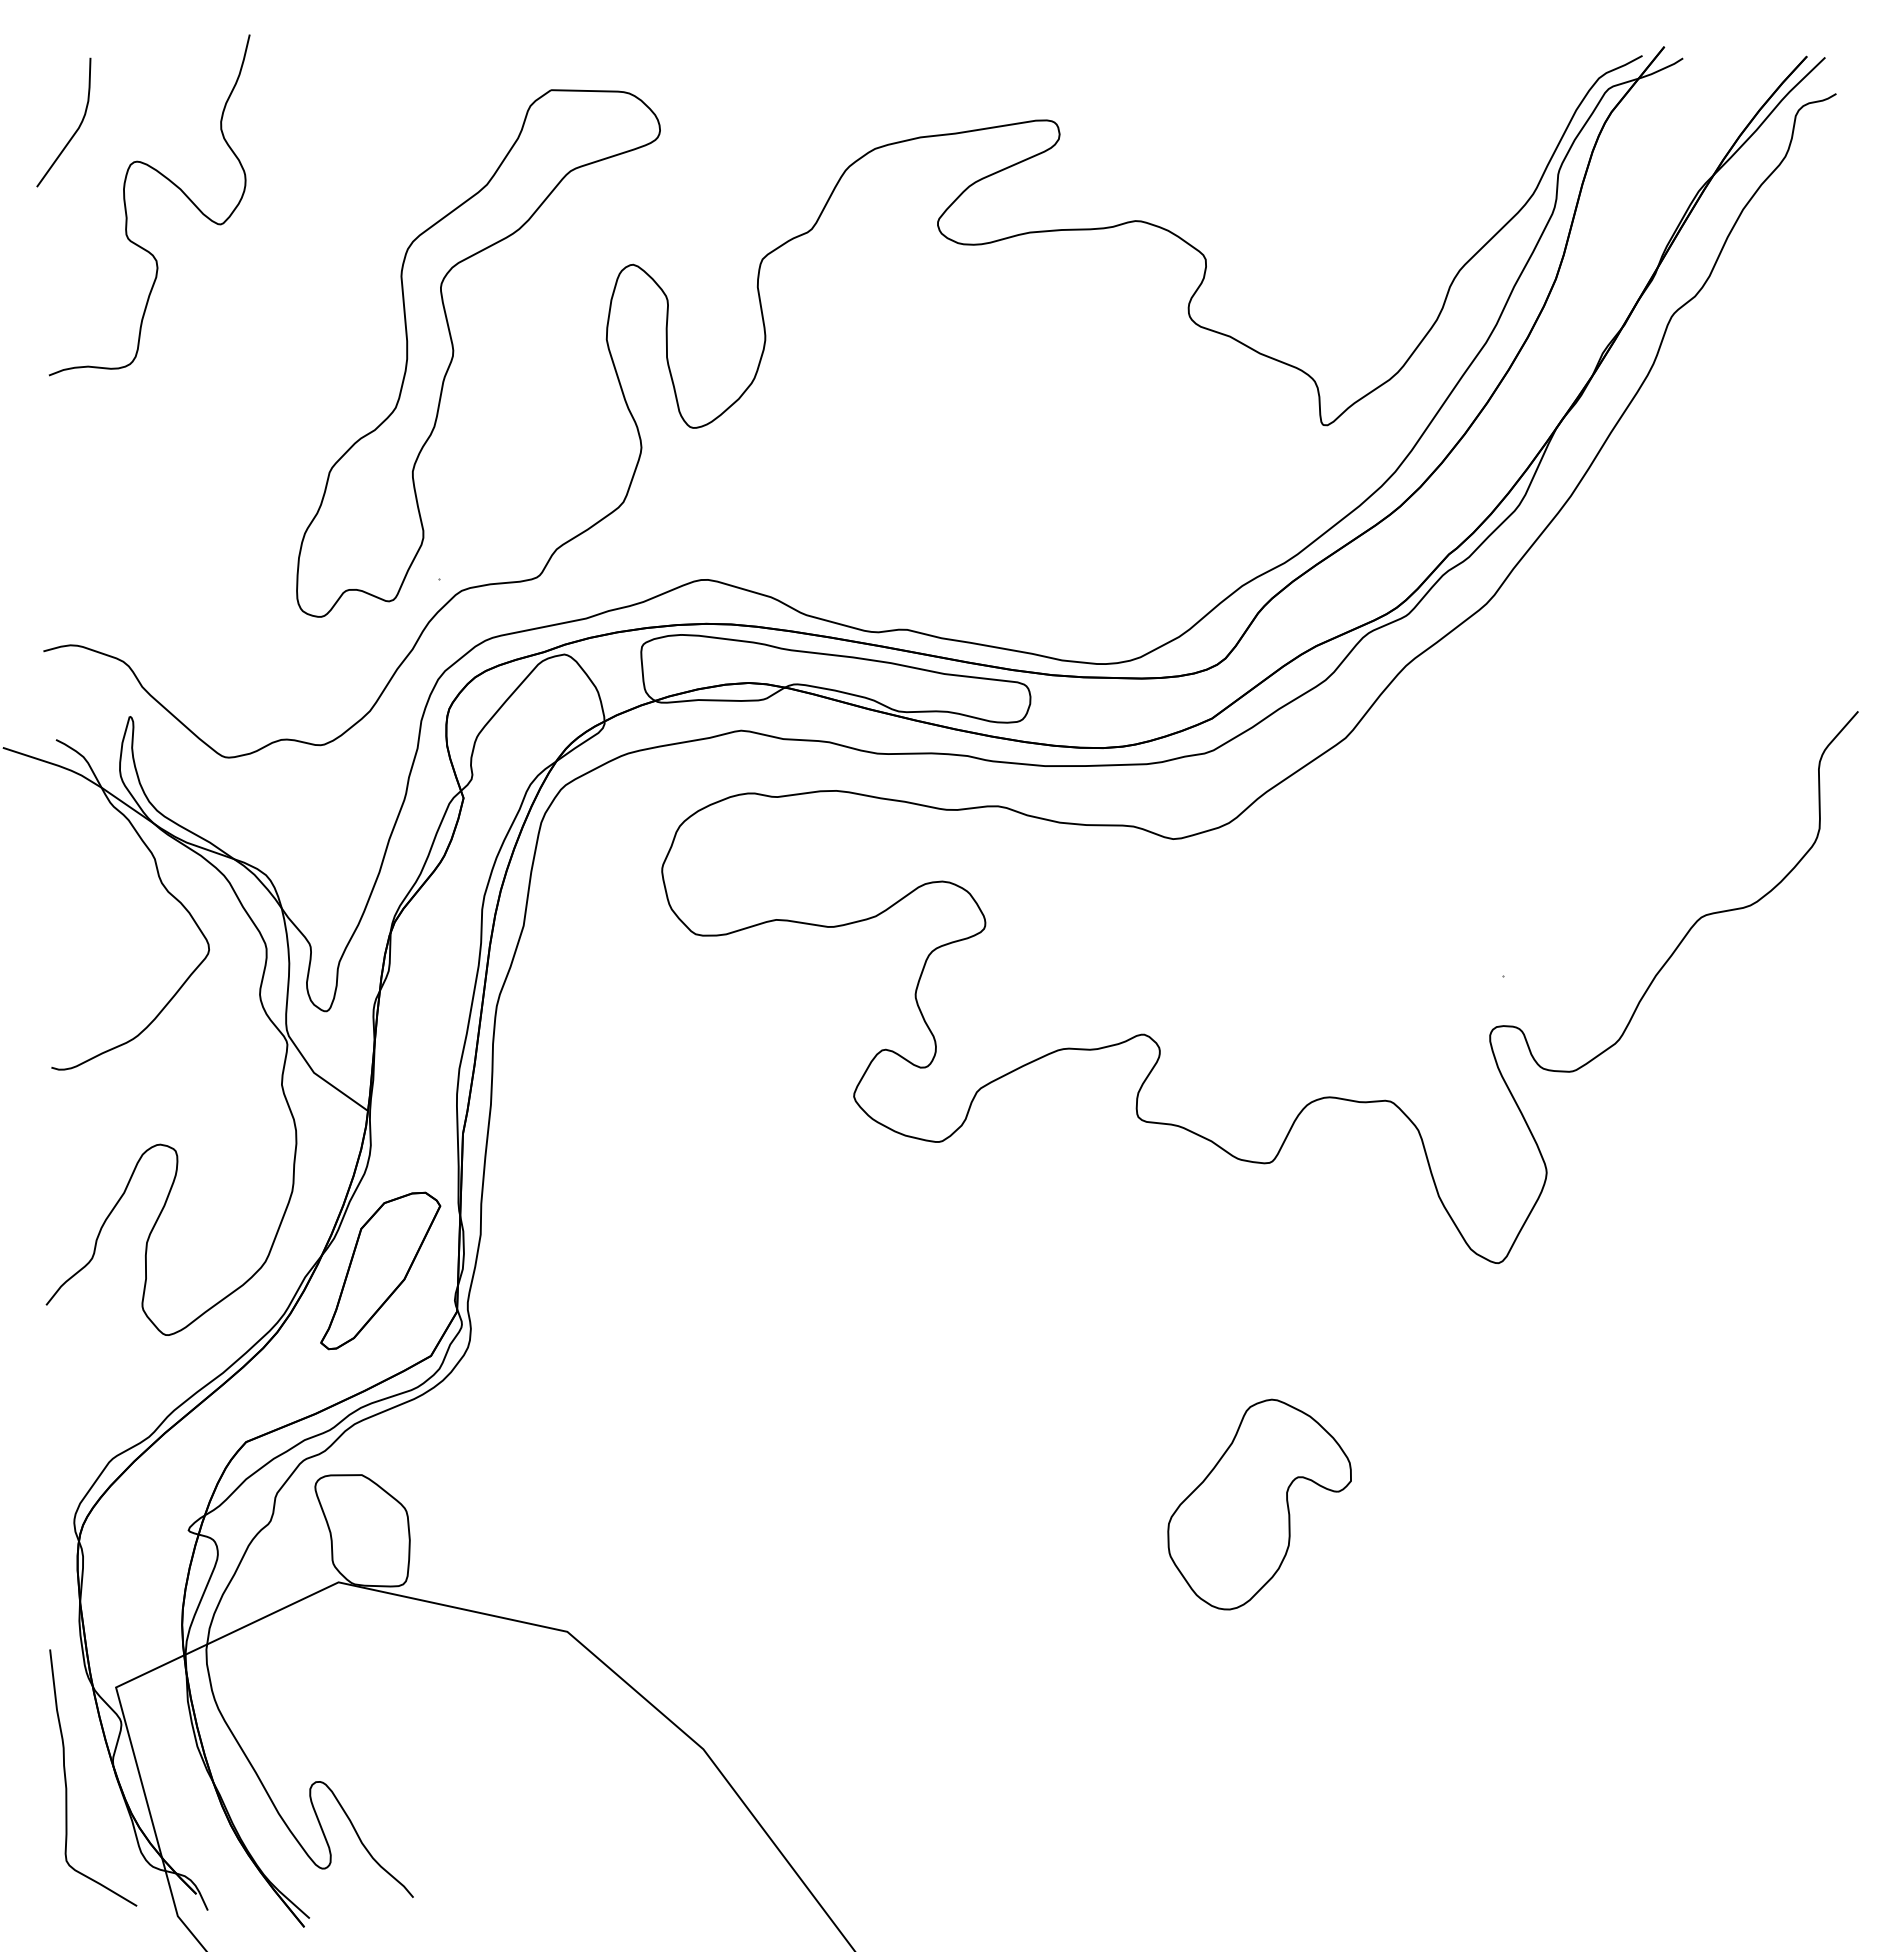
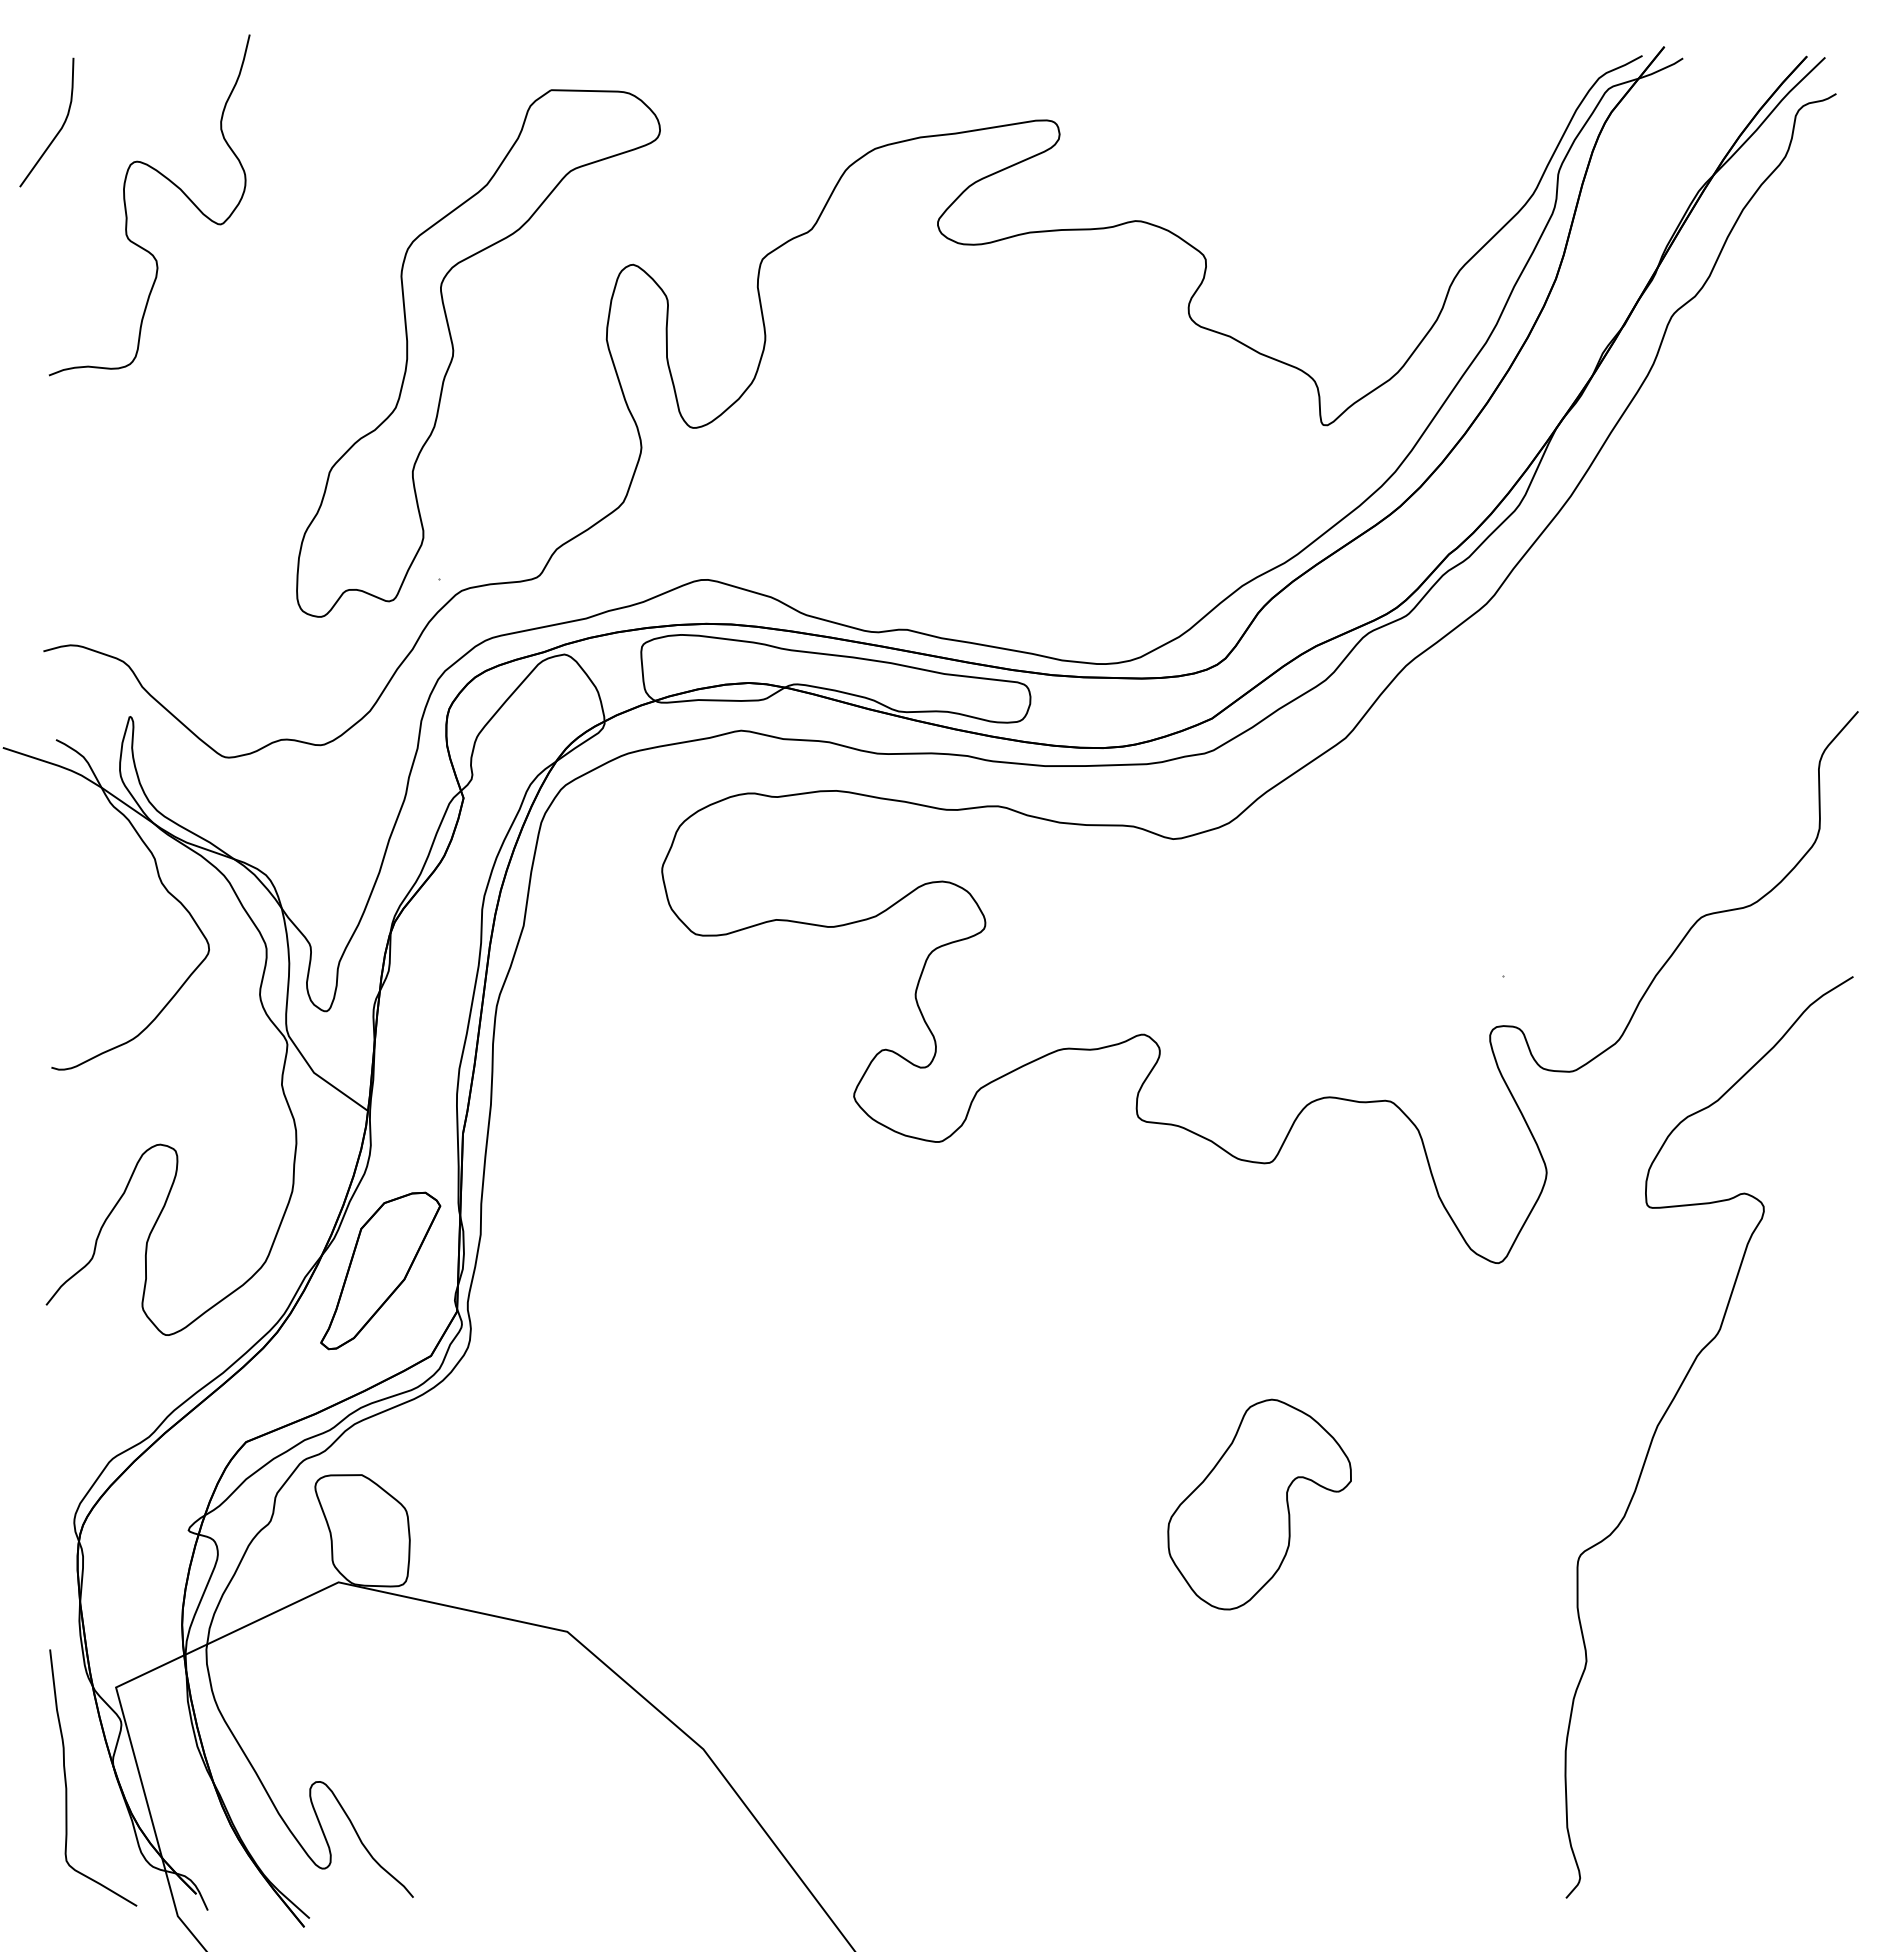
curve at (76, 129) position: (76, 129) -> (59, 129)
curve at (1666, 1413): none -> present
